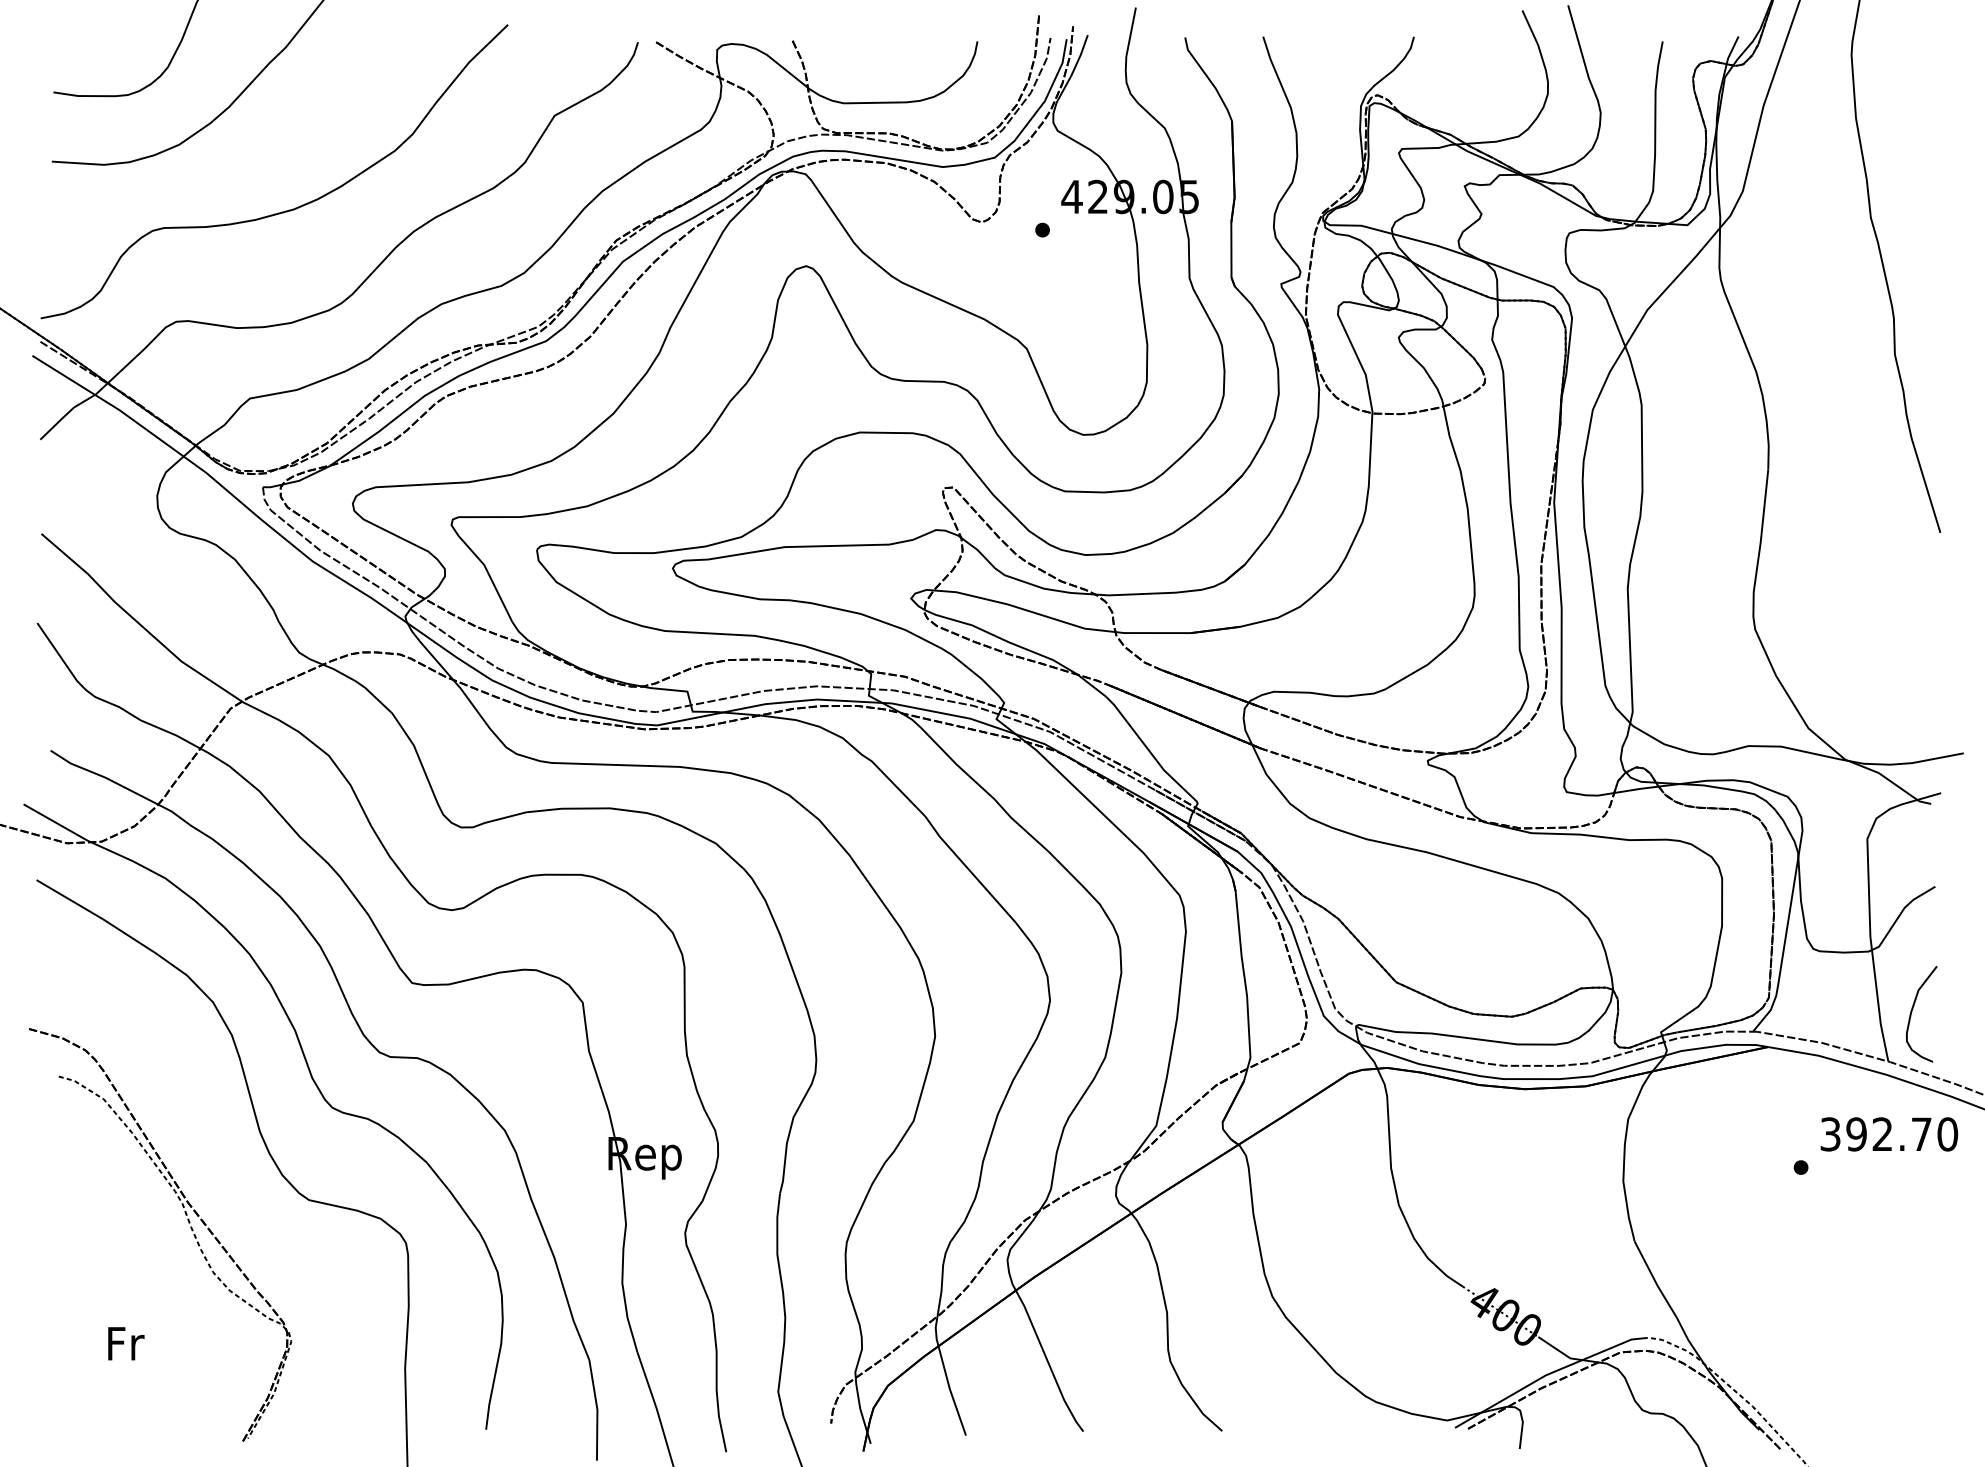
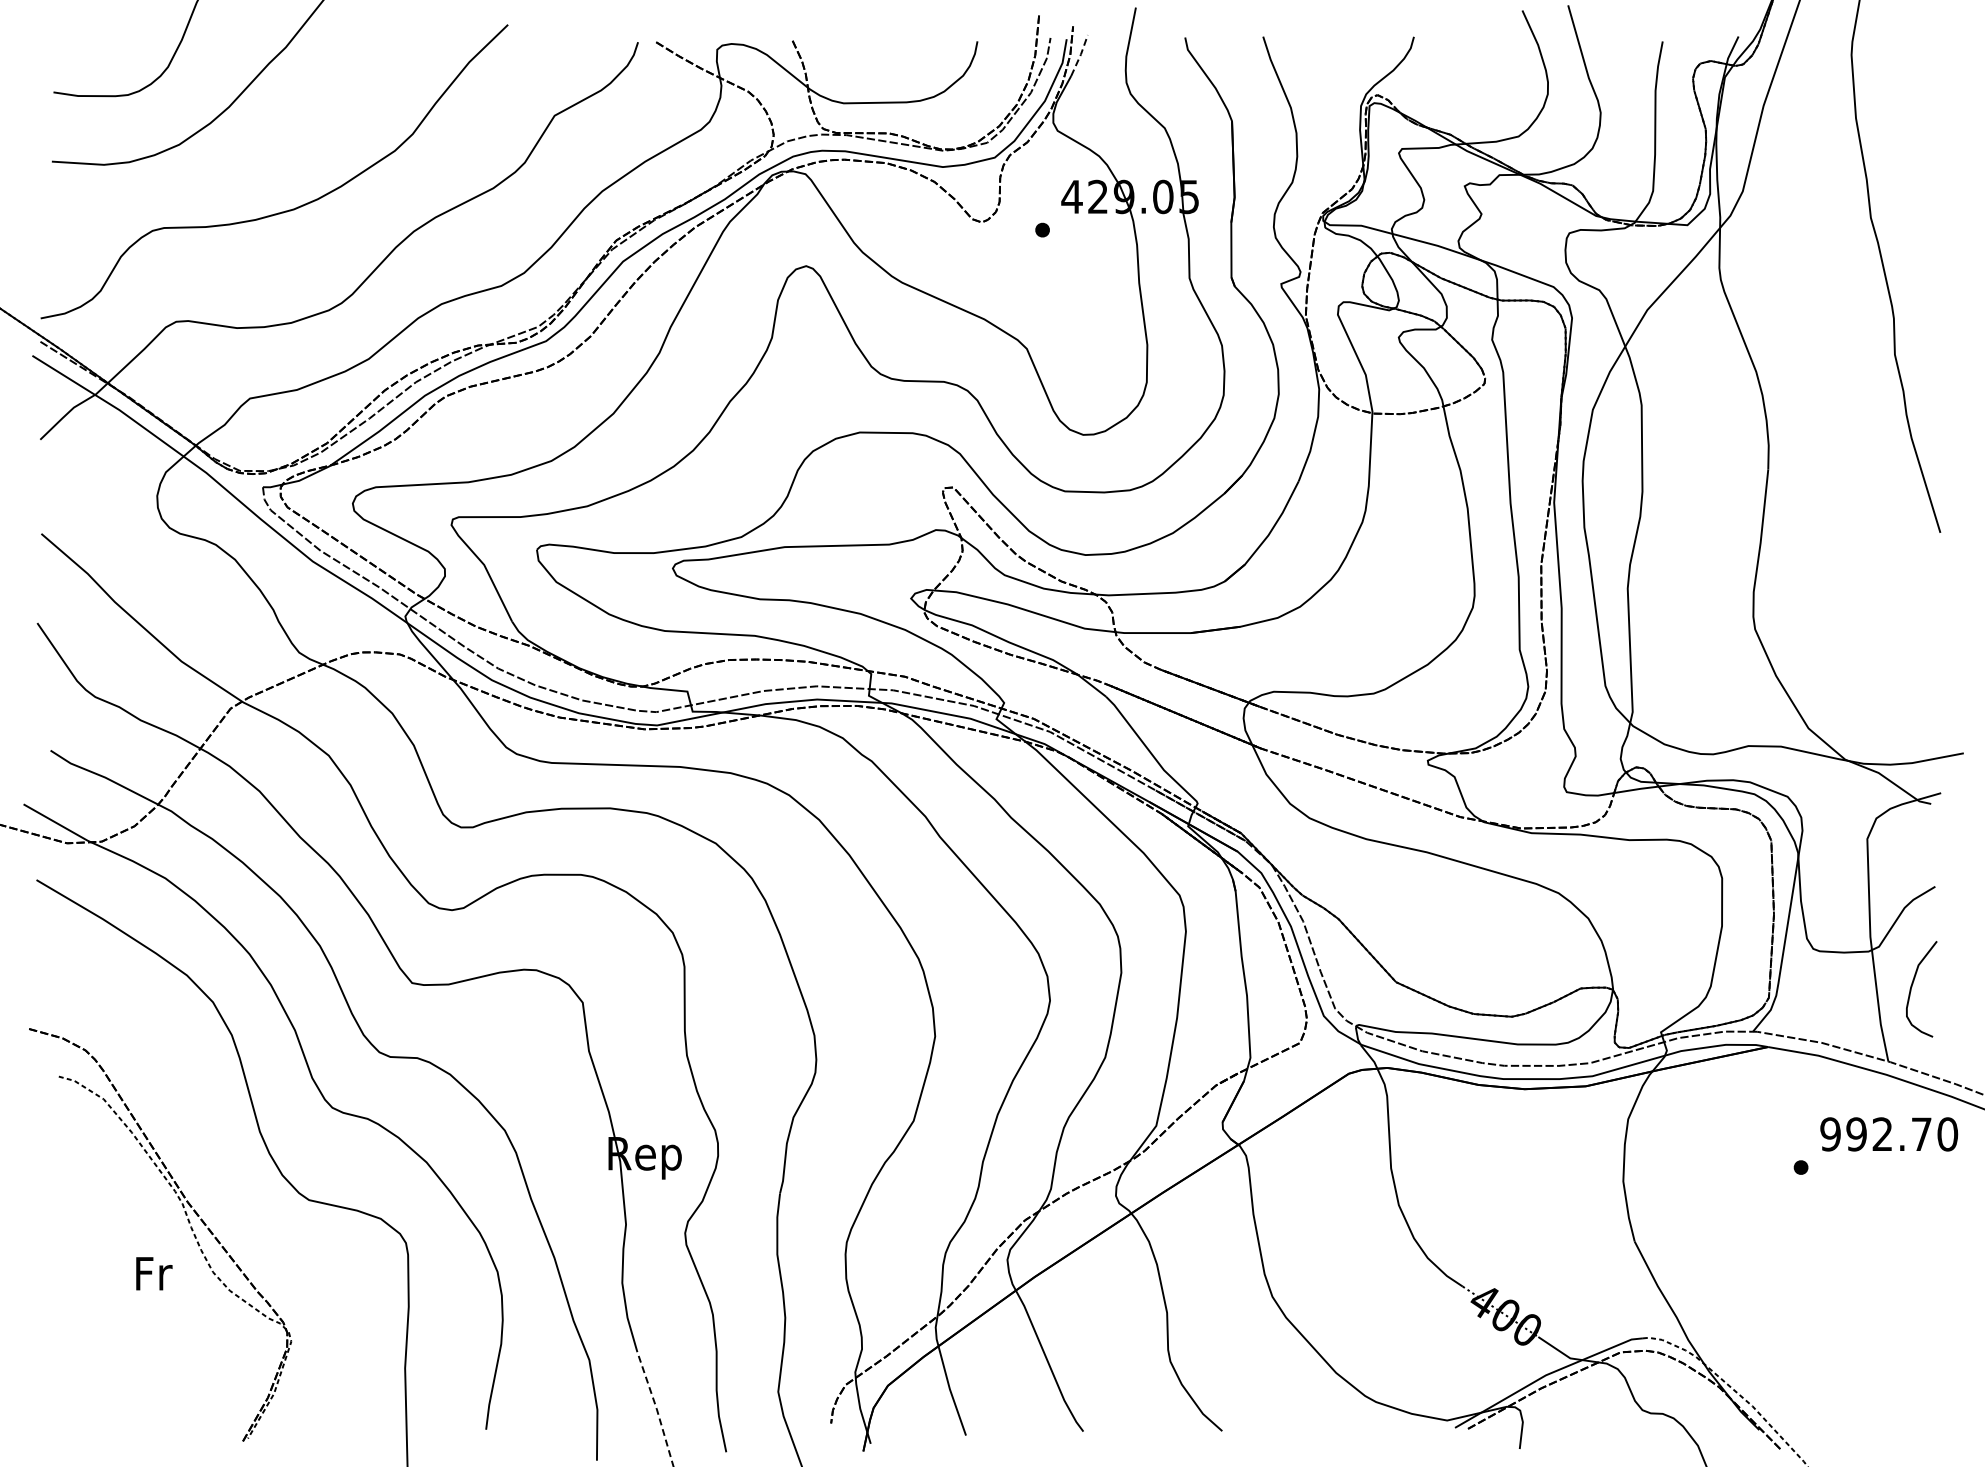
line at (1080, 55): solid -> dashed
curve at (1912, 1012) position: (1912, 1012) -> (1912, 987)
text at (1830, 1134): 392.70 -> 992.70
text at (126, 1343) position: (126, 1343) -> (154, 1273)
line at (656, 1408): solid -> dashed
